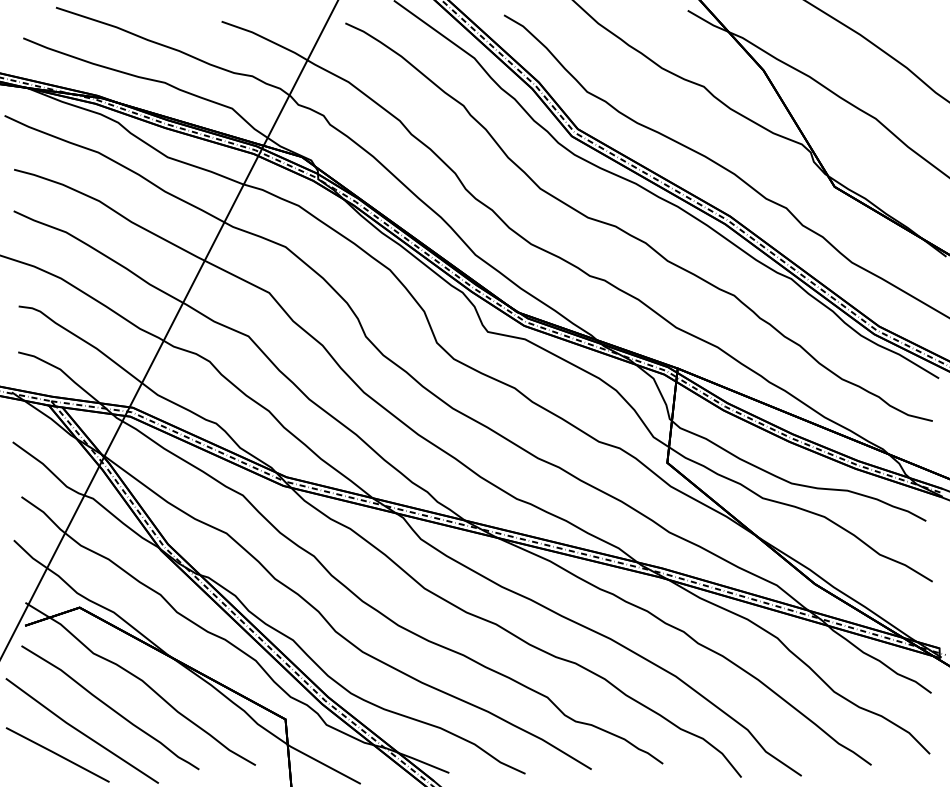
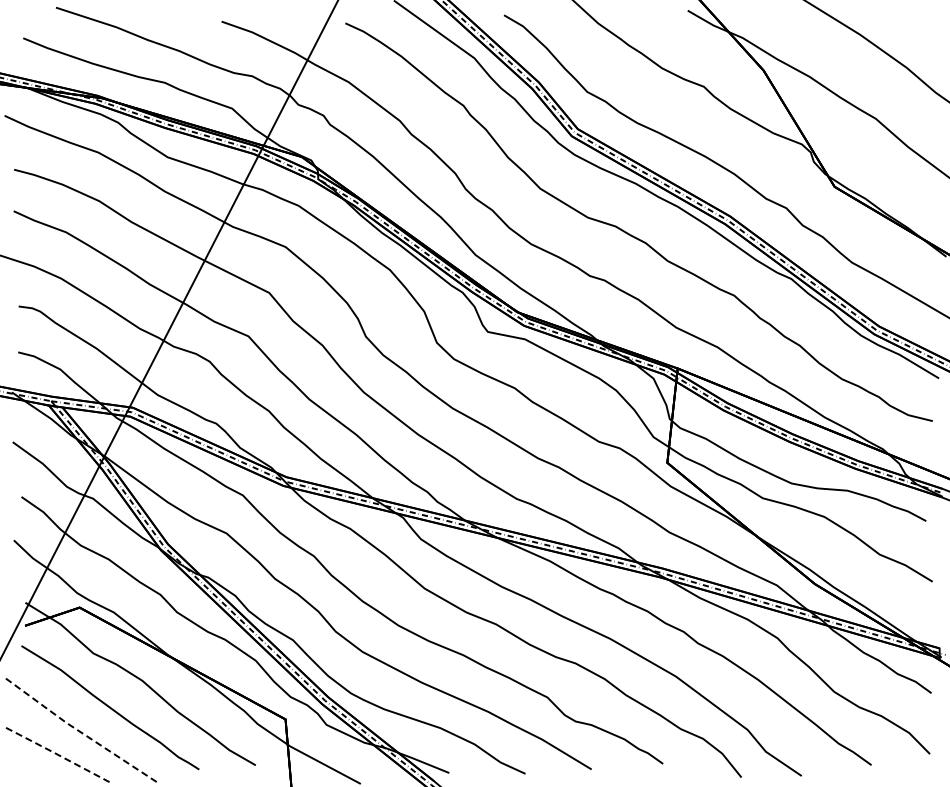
line at (81, 732): solid -> dashed
line at (58, 754): solid -> dashed
